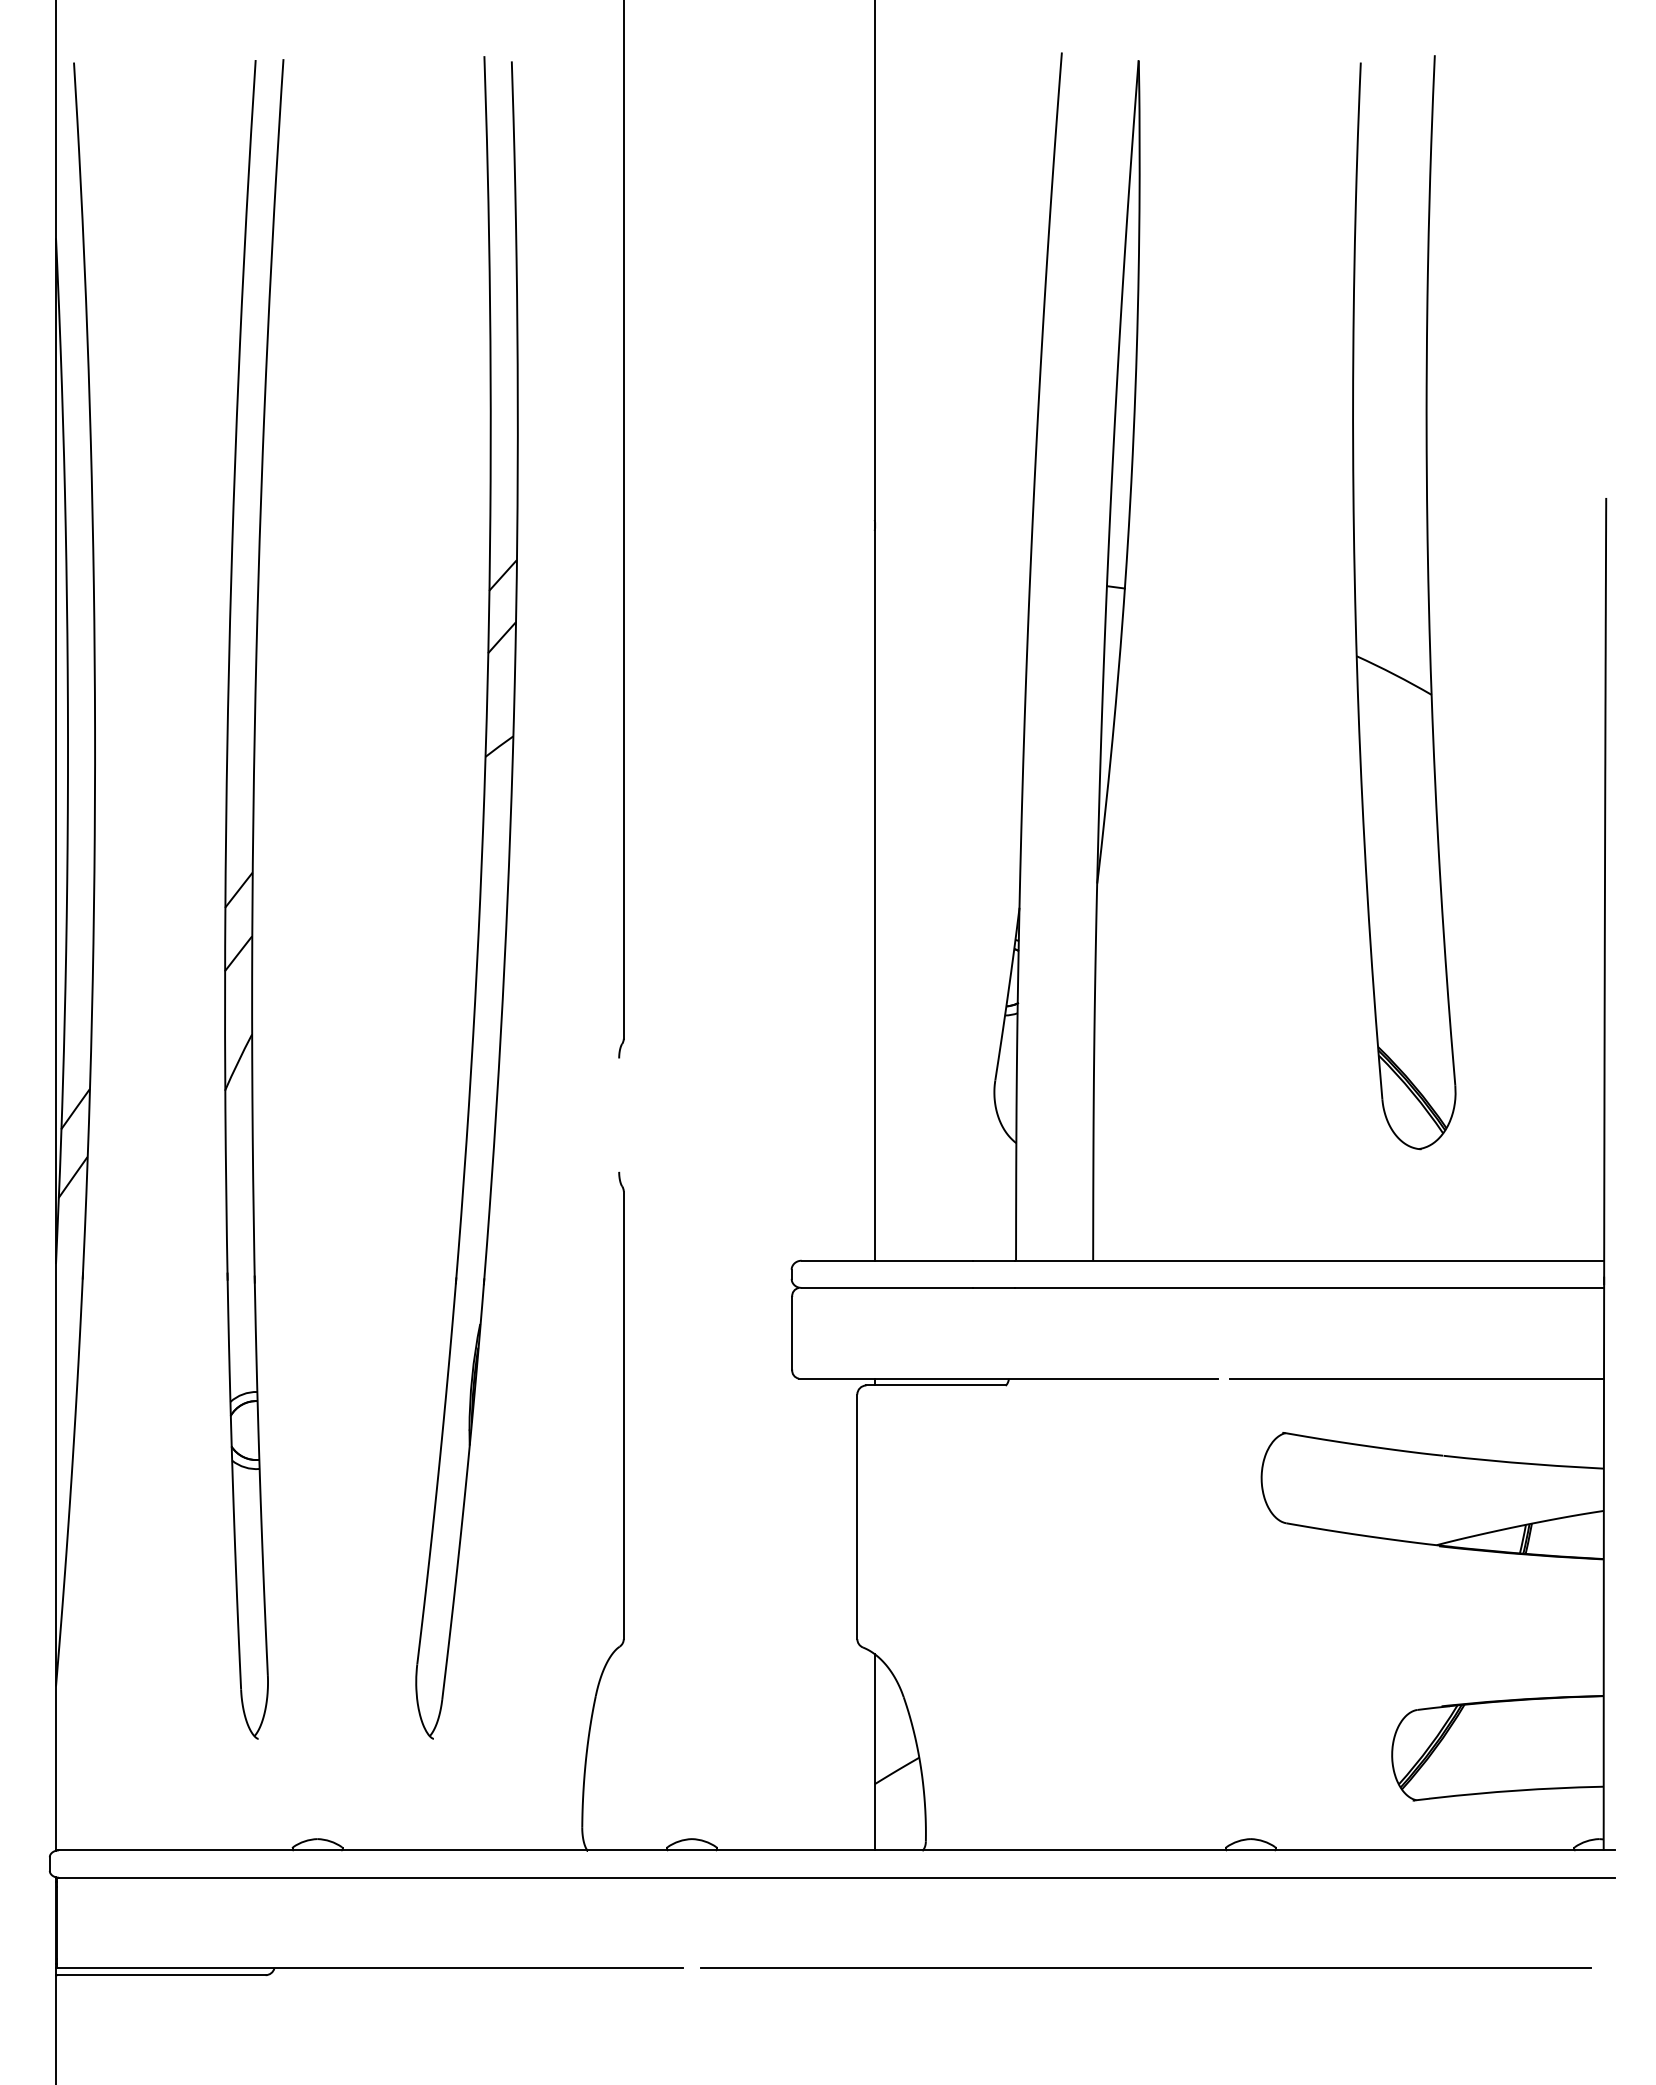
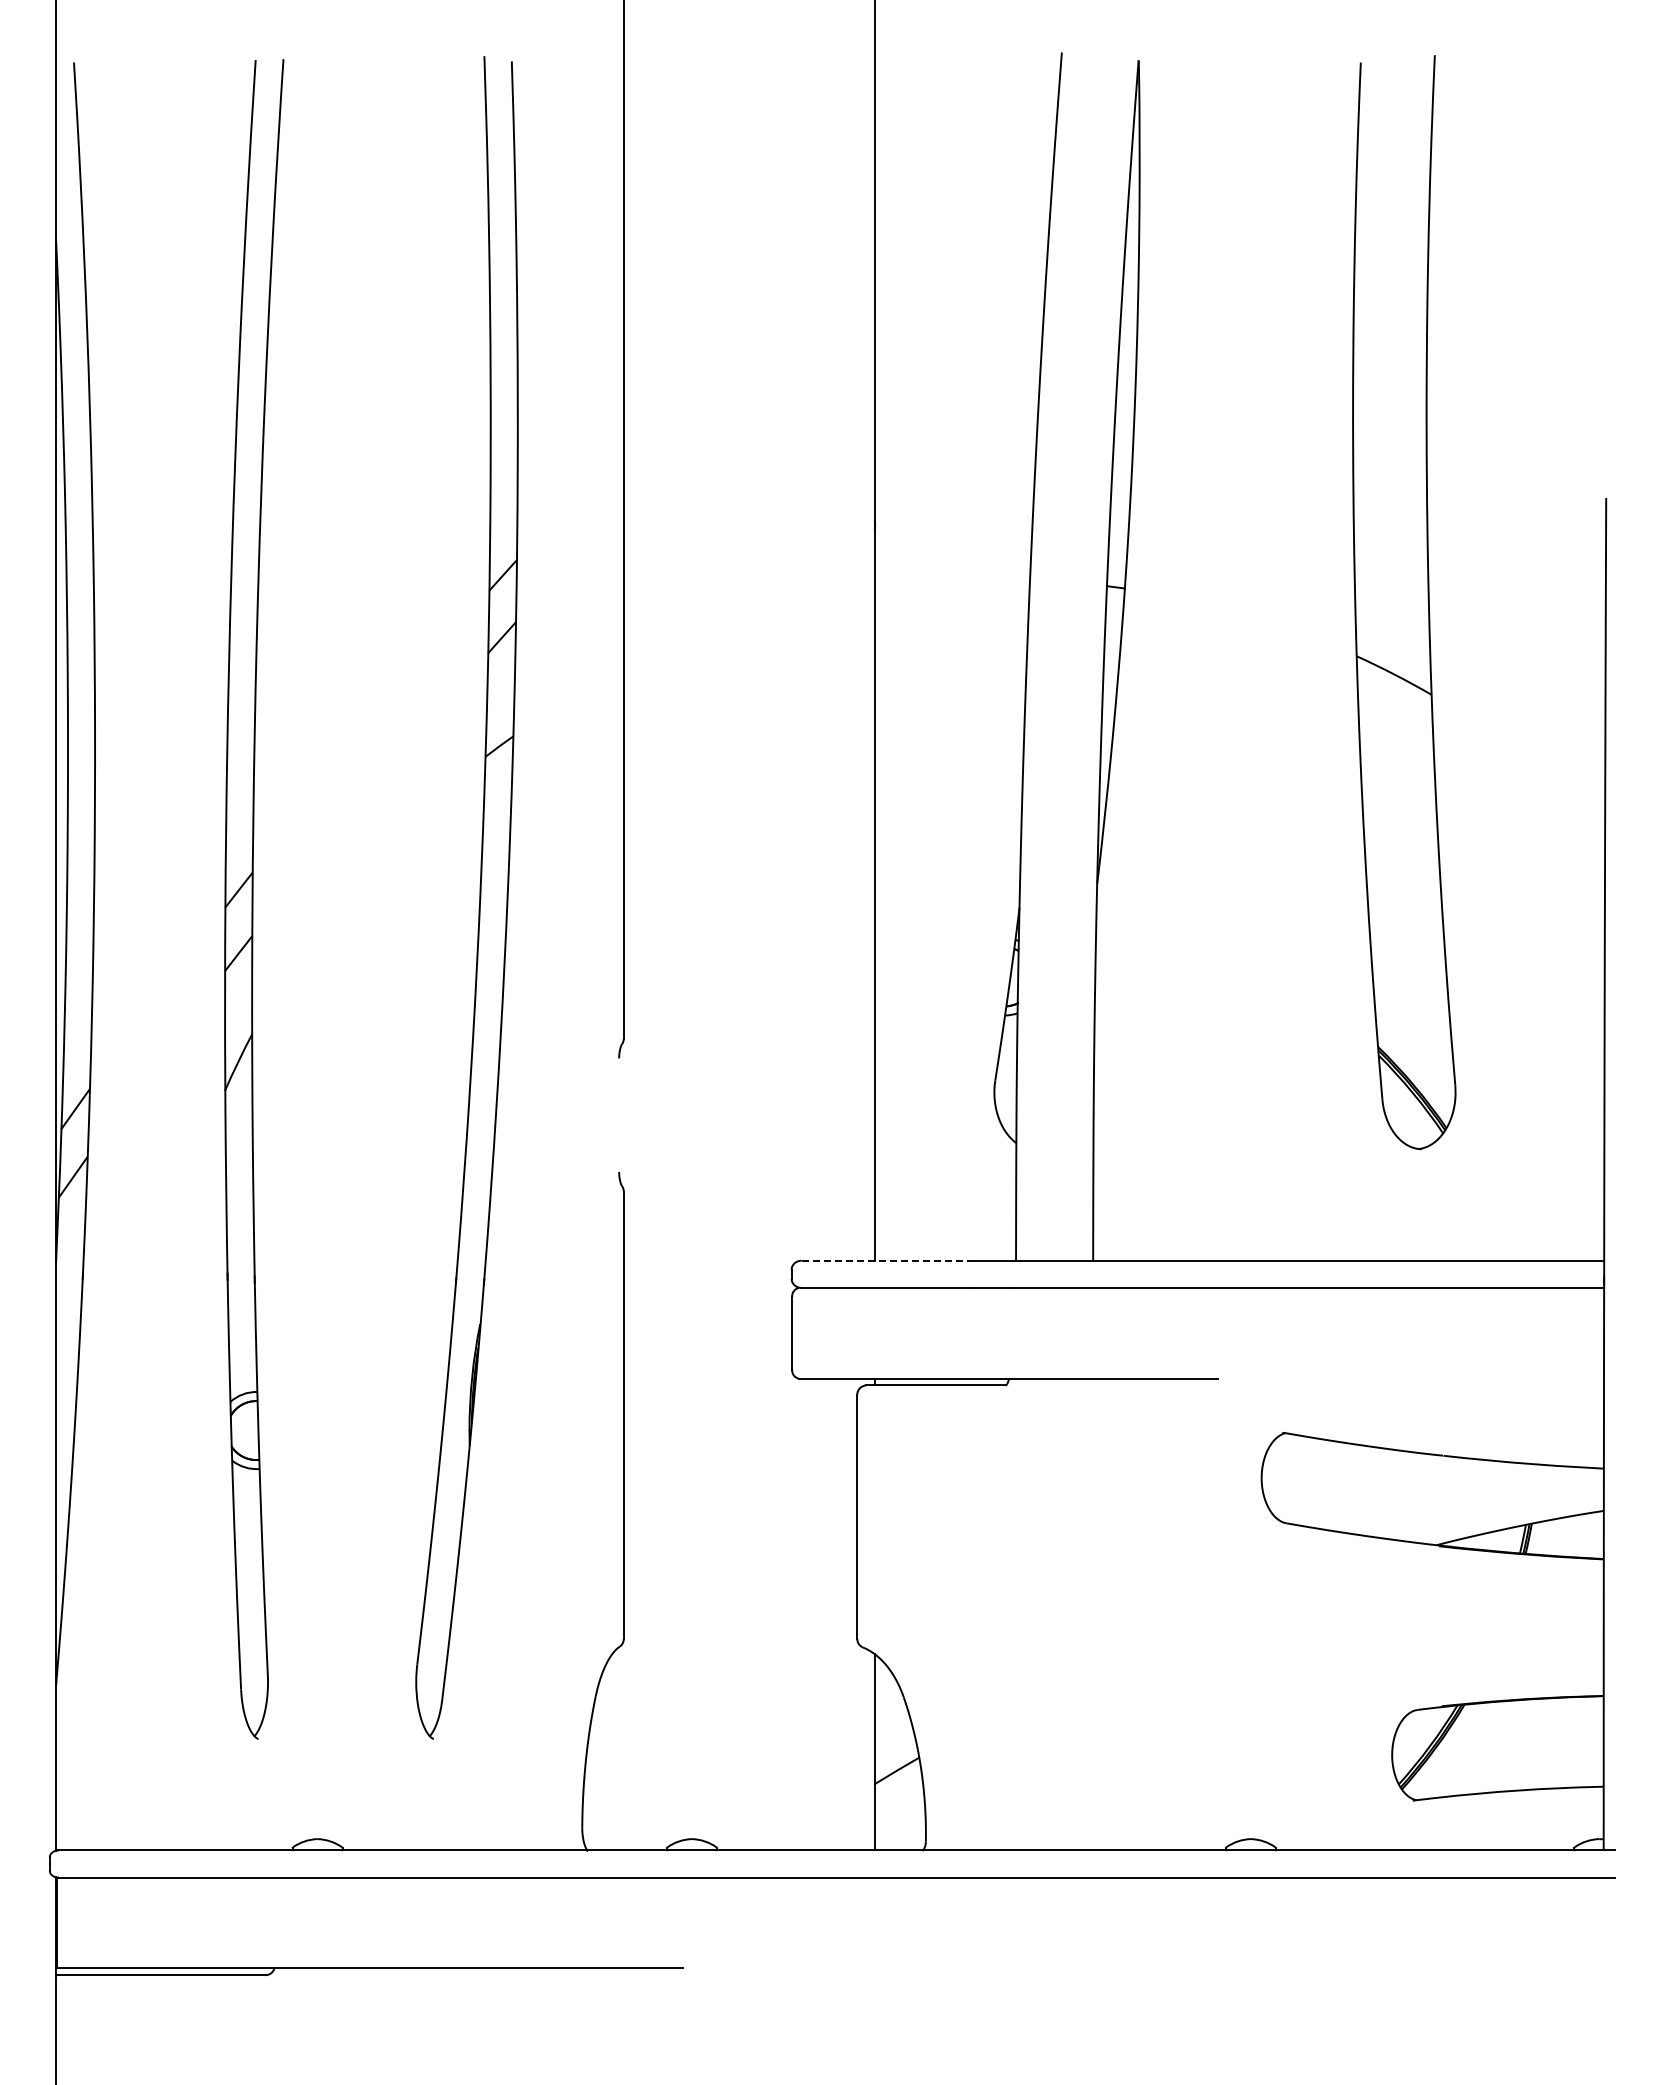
line at (887, 1260): solid -> dashed
line at (1416, 1378): present -> none
line at (1145, 1968): present -> none
